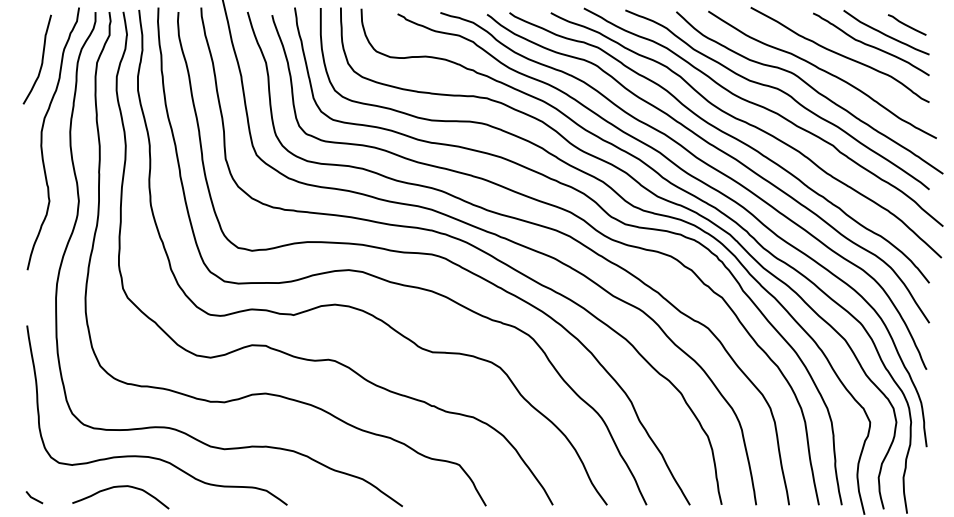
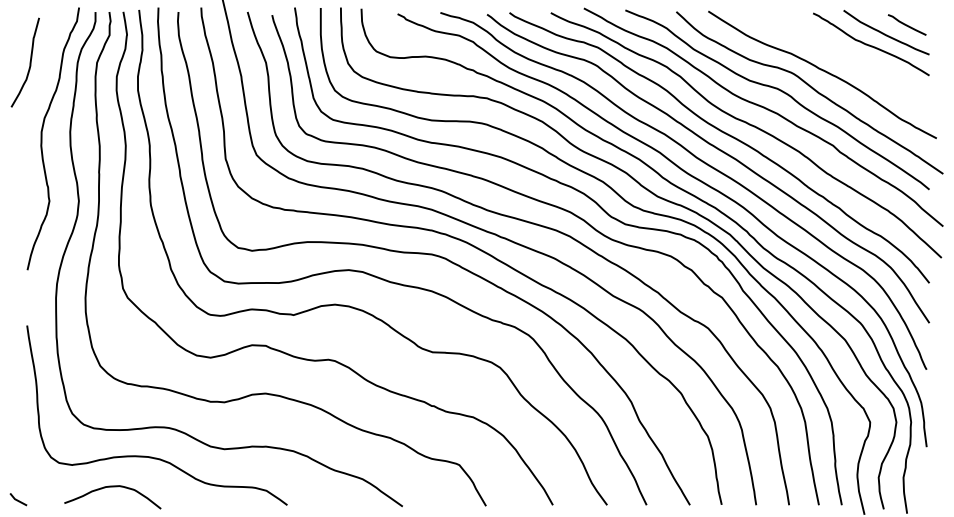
curve at (839, 54): present -> none
curve at (41, 59) position: (41, 59) -> (29, 62)
curve at (120, 487) position: (120, 487) -> (112, 487)
line at (33, 497) position: (33, 497) -> (17, 499)
